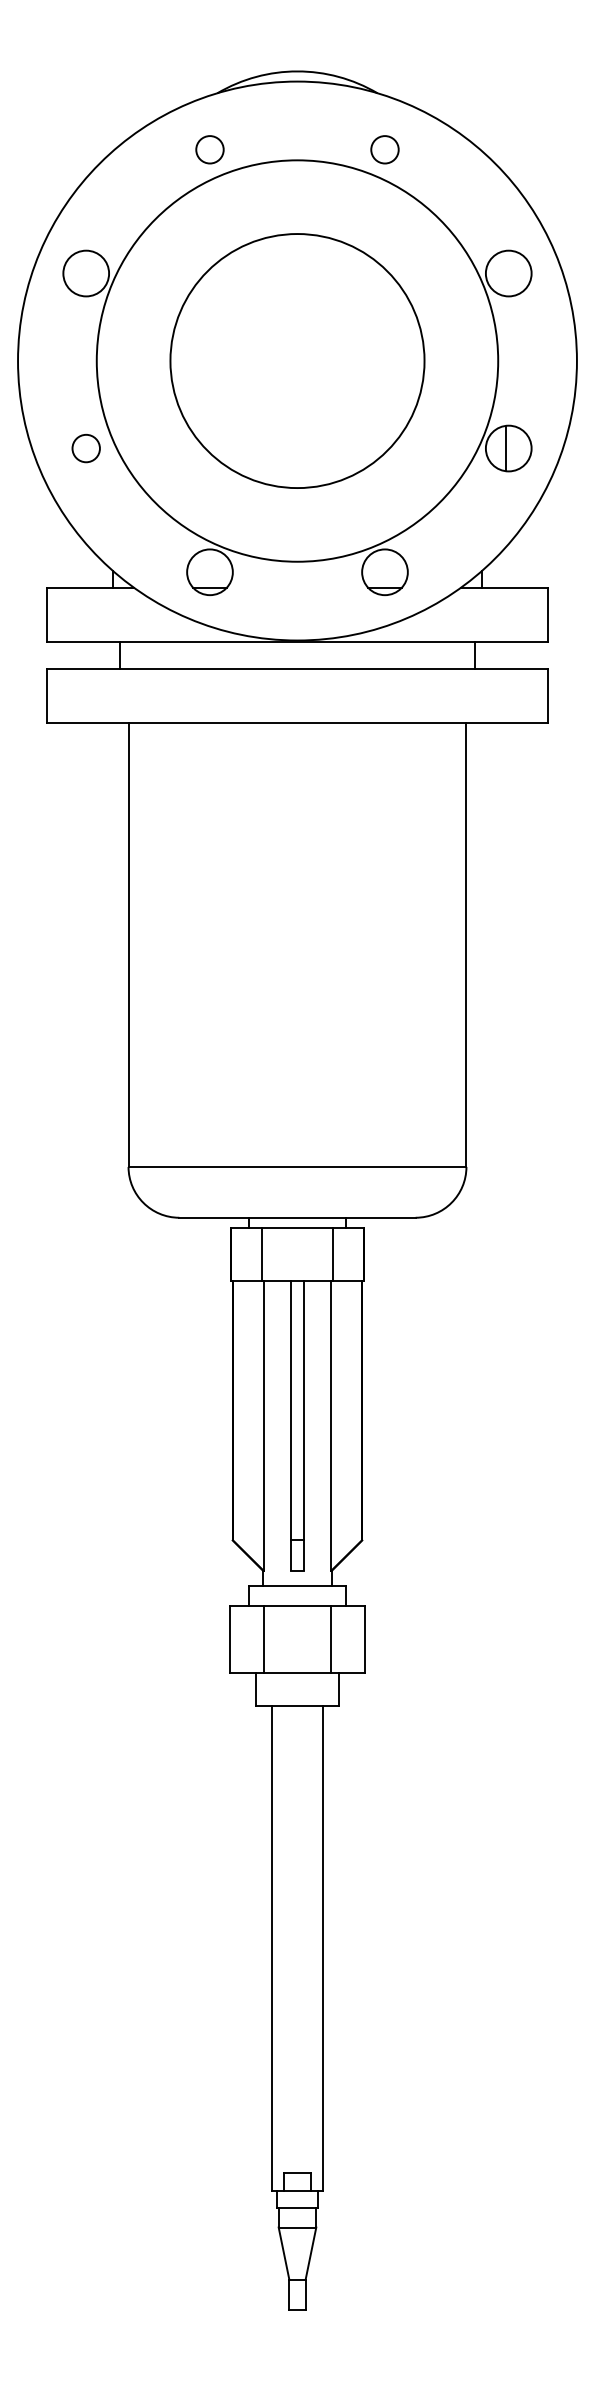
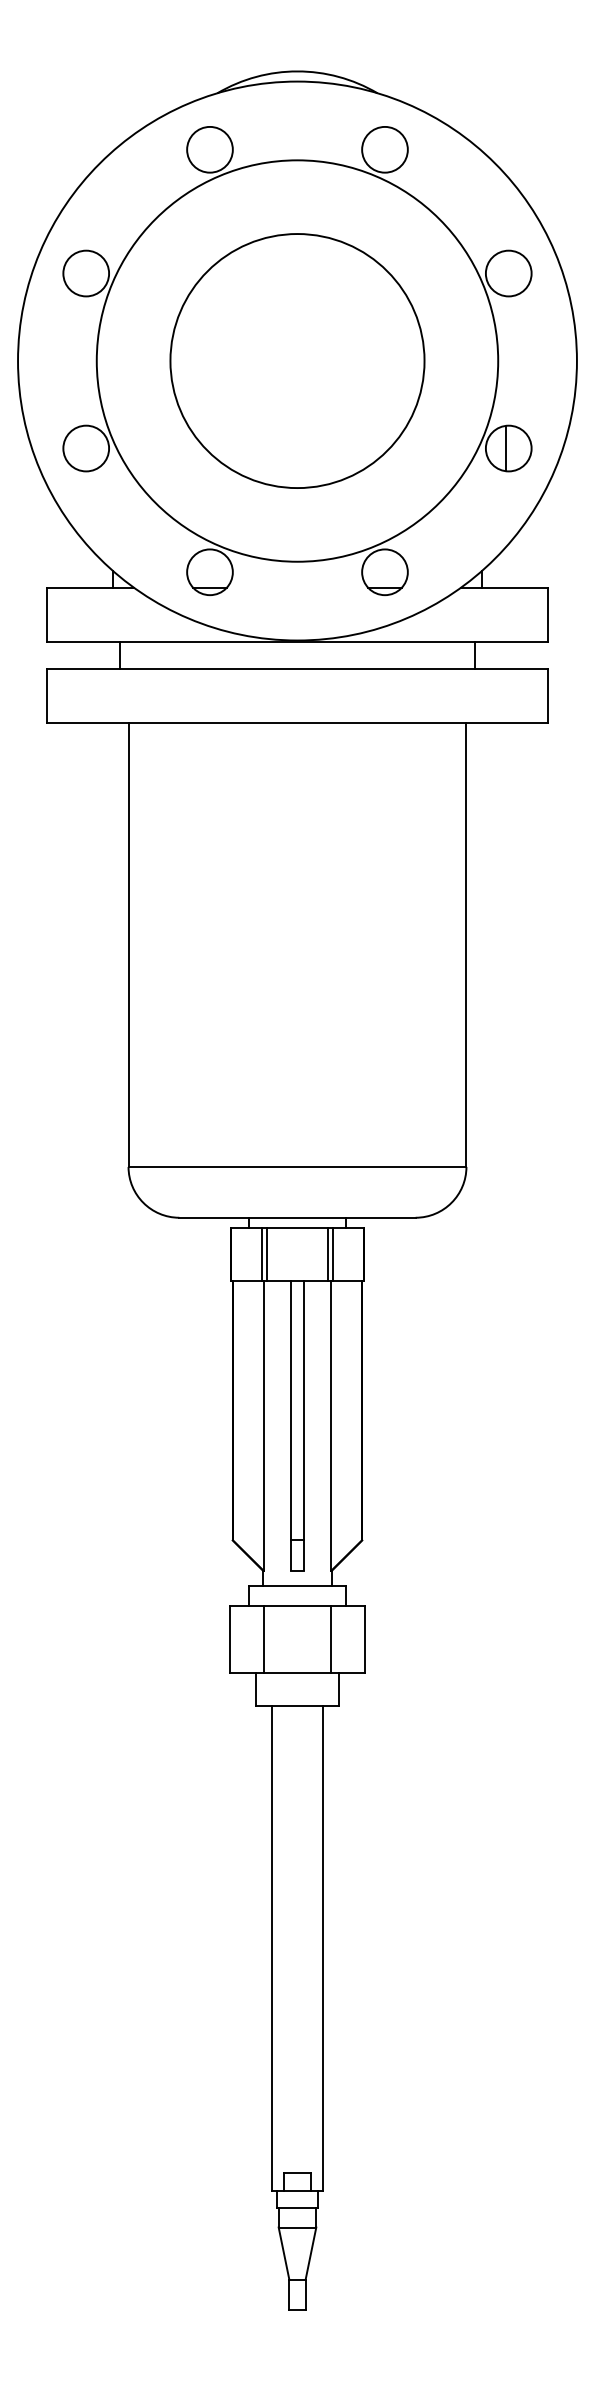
circle at (209, 149) diameter: 27 px -> 46 px
circle at (384, 149) diameter: 27 px -> 46 px
circle at (85, 448) diameter: 27 px -> 46 px
line at (266, 1254): none -> present
line at (328, 1254): none -> present
